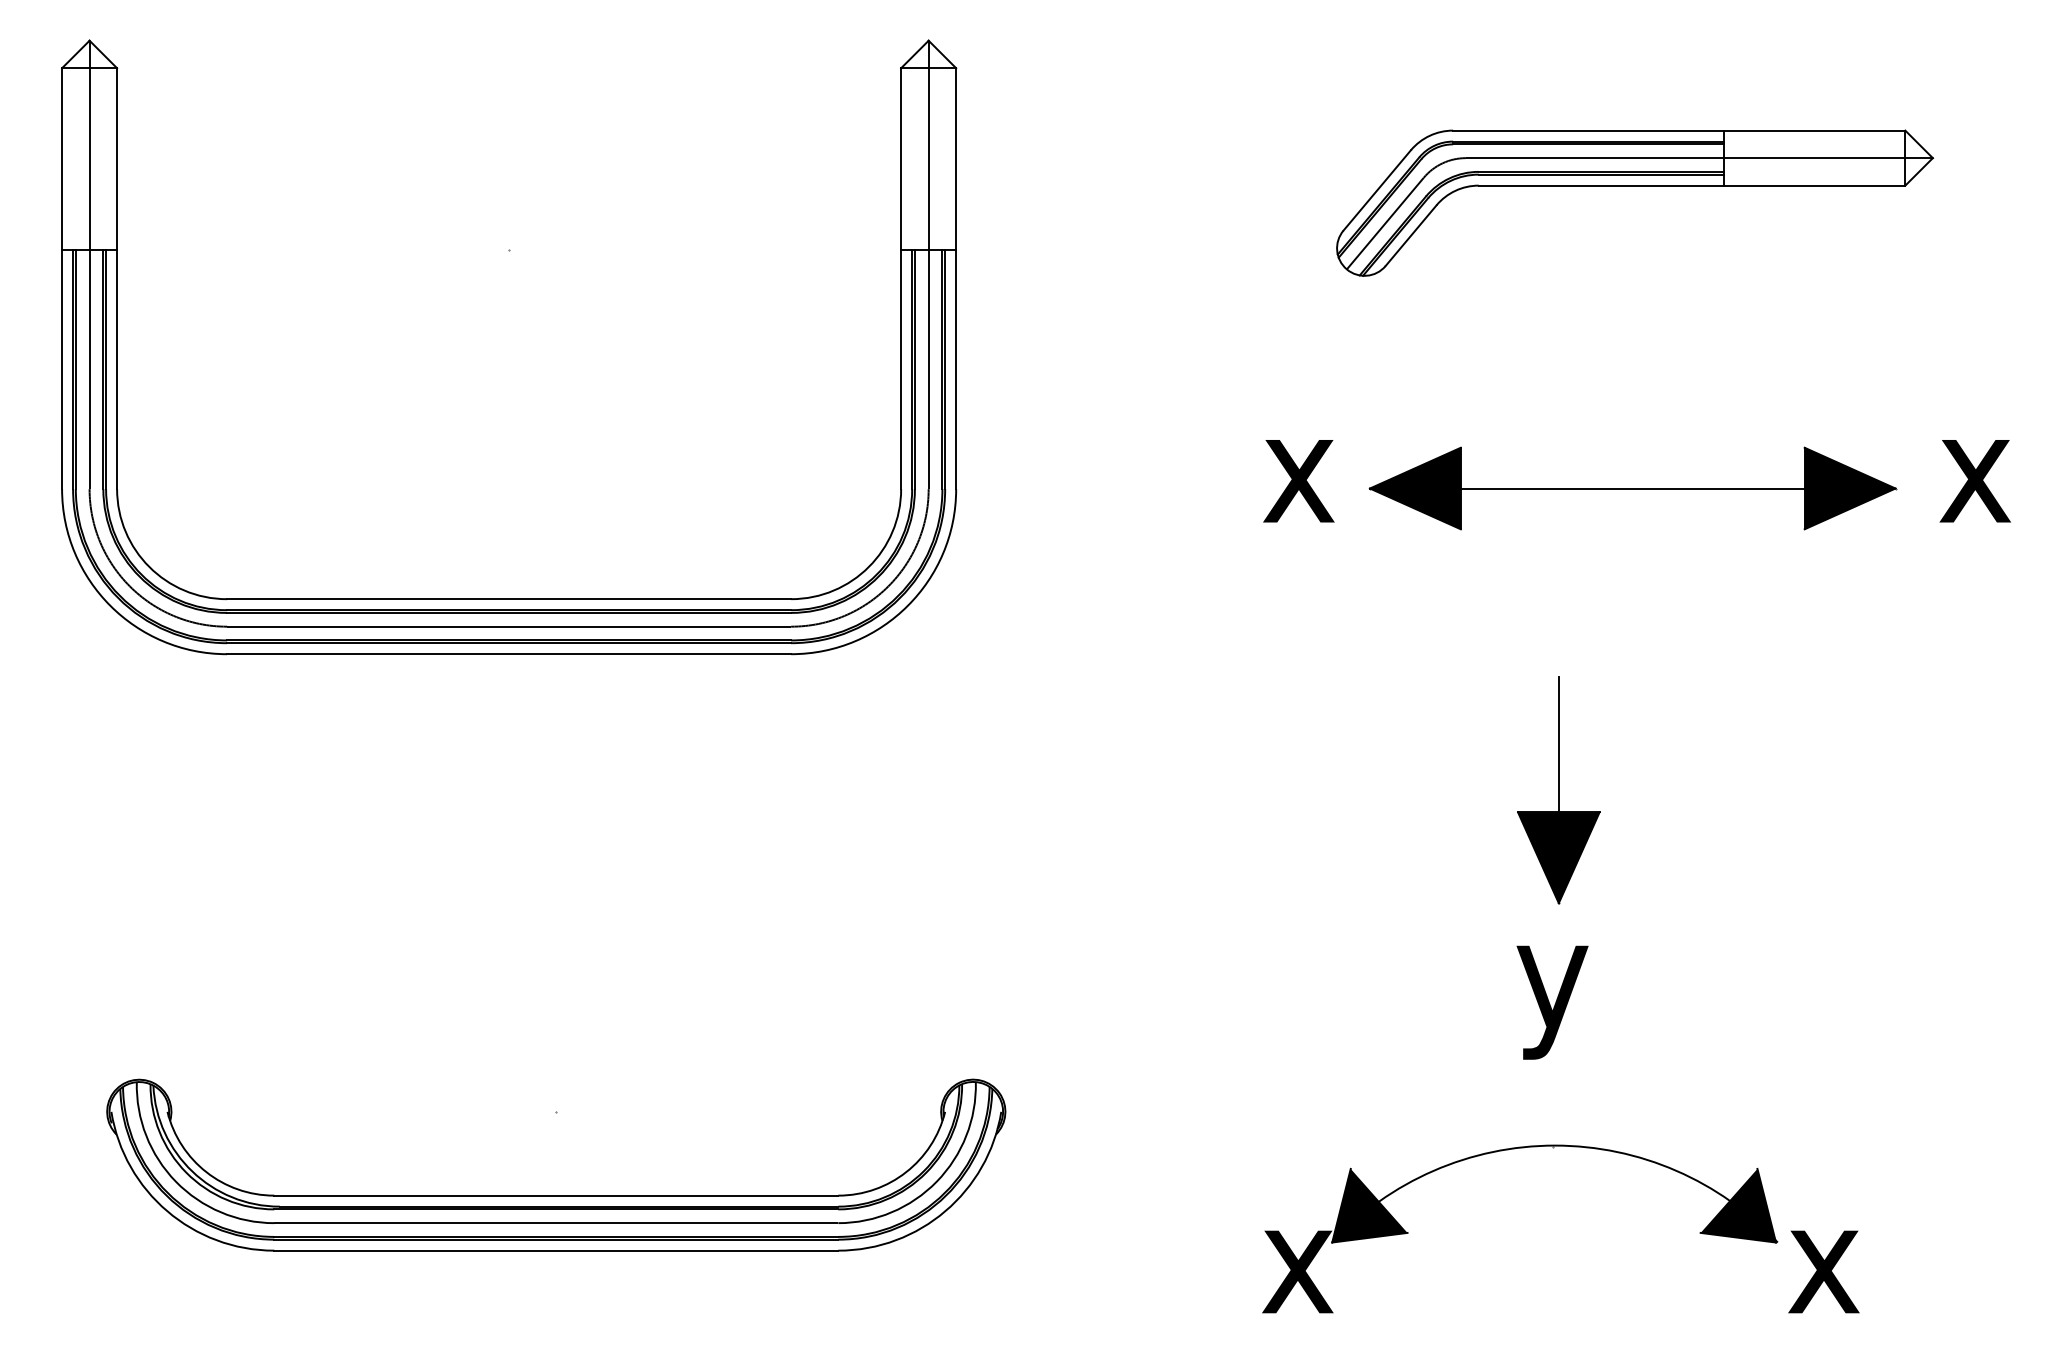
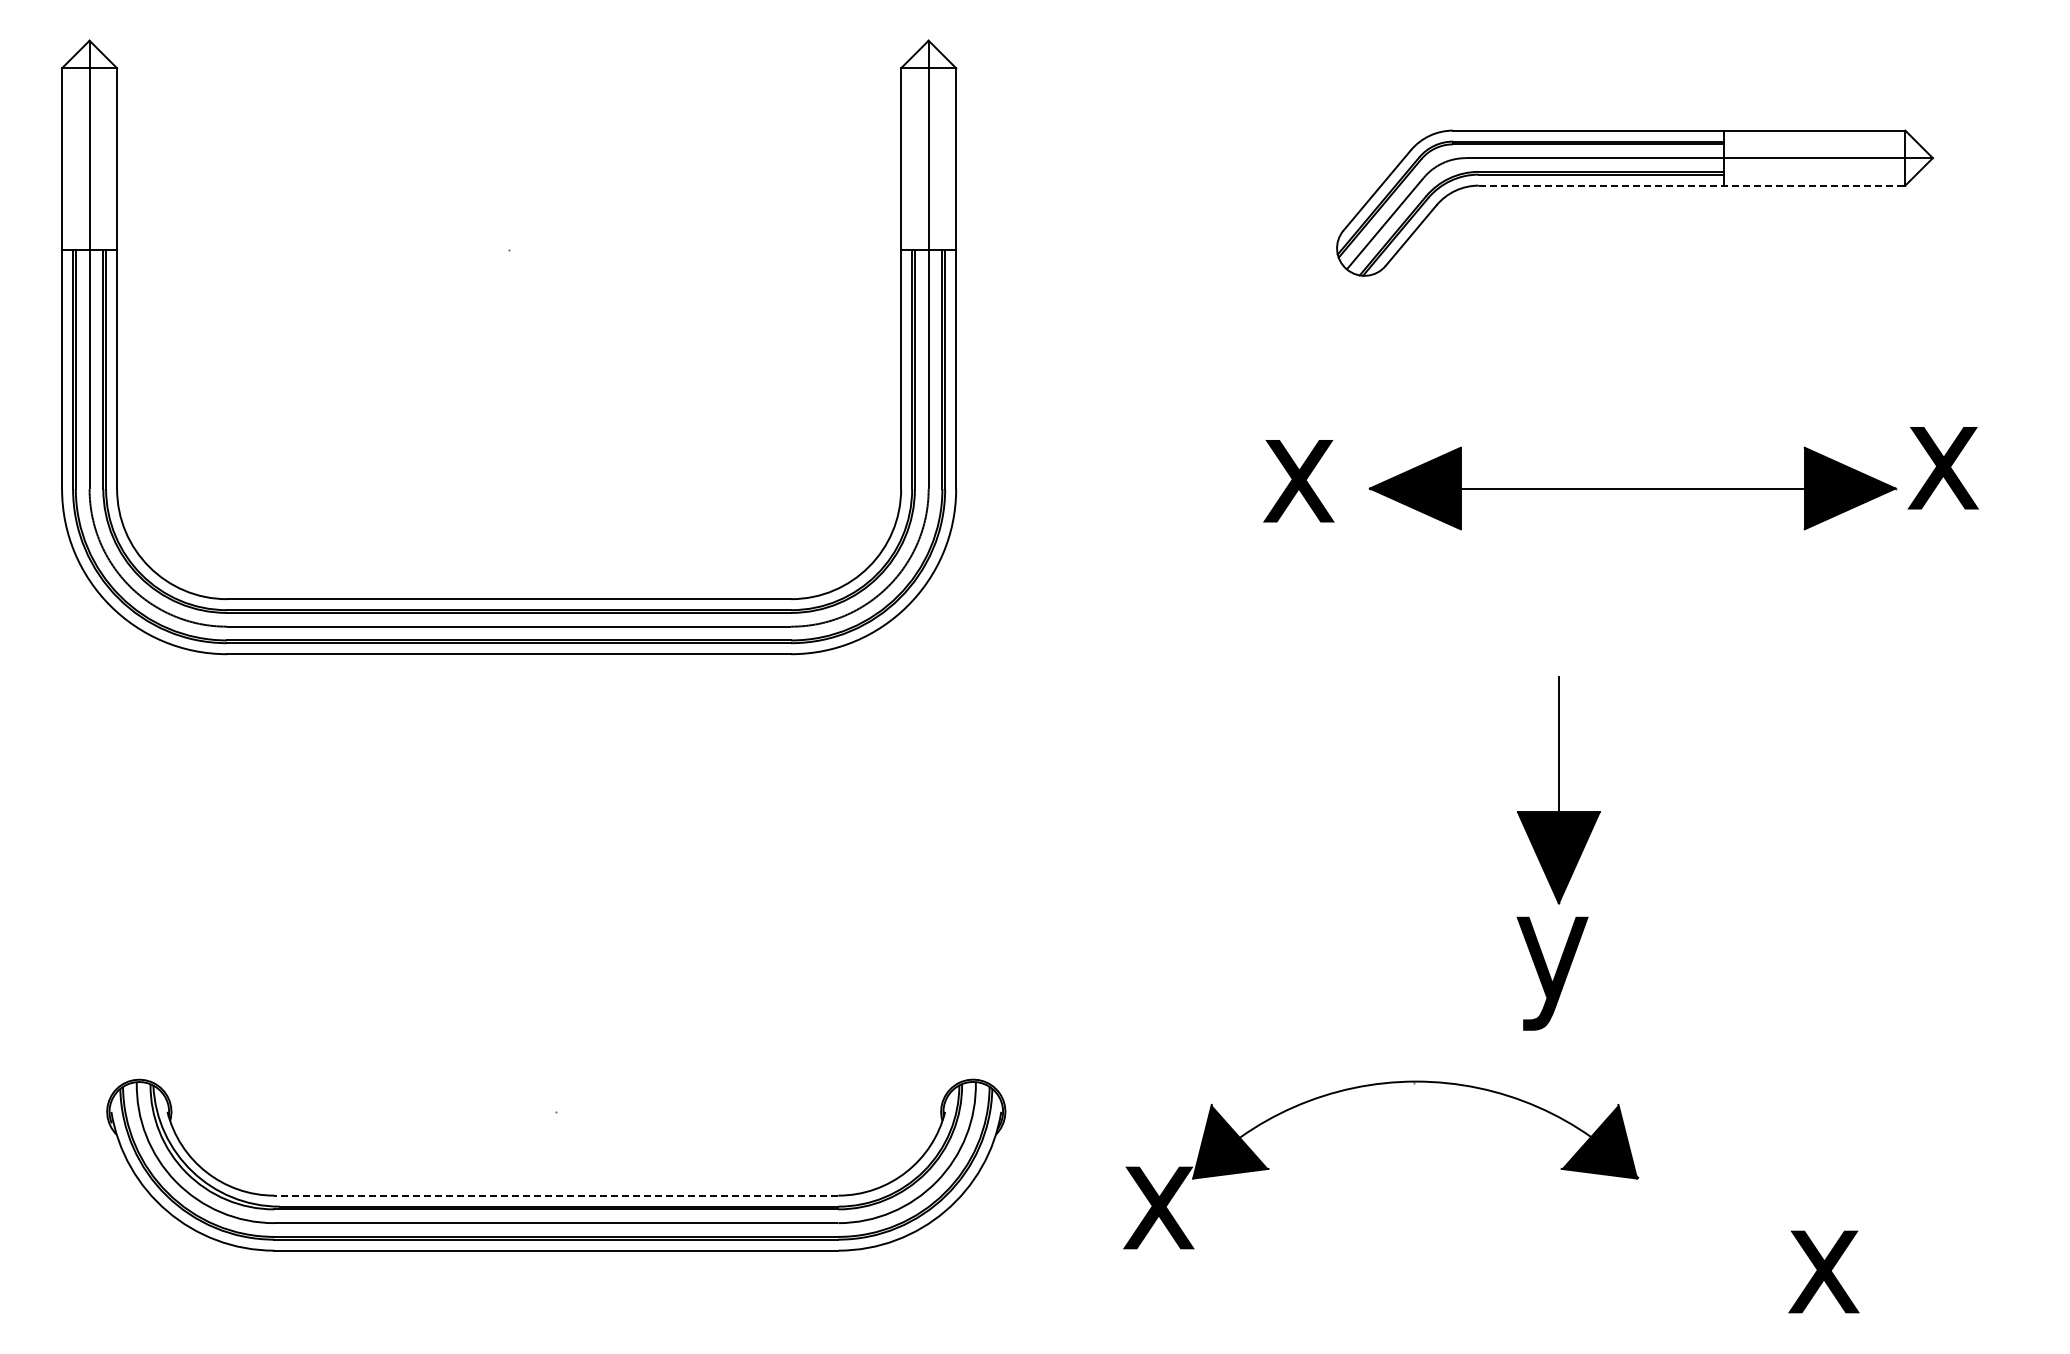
line at (1692, 185): solid -> dashed
text at (1974, 481) position: (1974, 481) -> (1942, 468)
text at (1552, 1002) position: (1552, 1002) -> (1552, 973)
part at (1508, 1150) position: (1508, 1150) -> (1369, 1086)
line at (556, 1195): solid -> dashed
